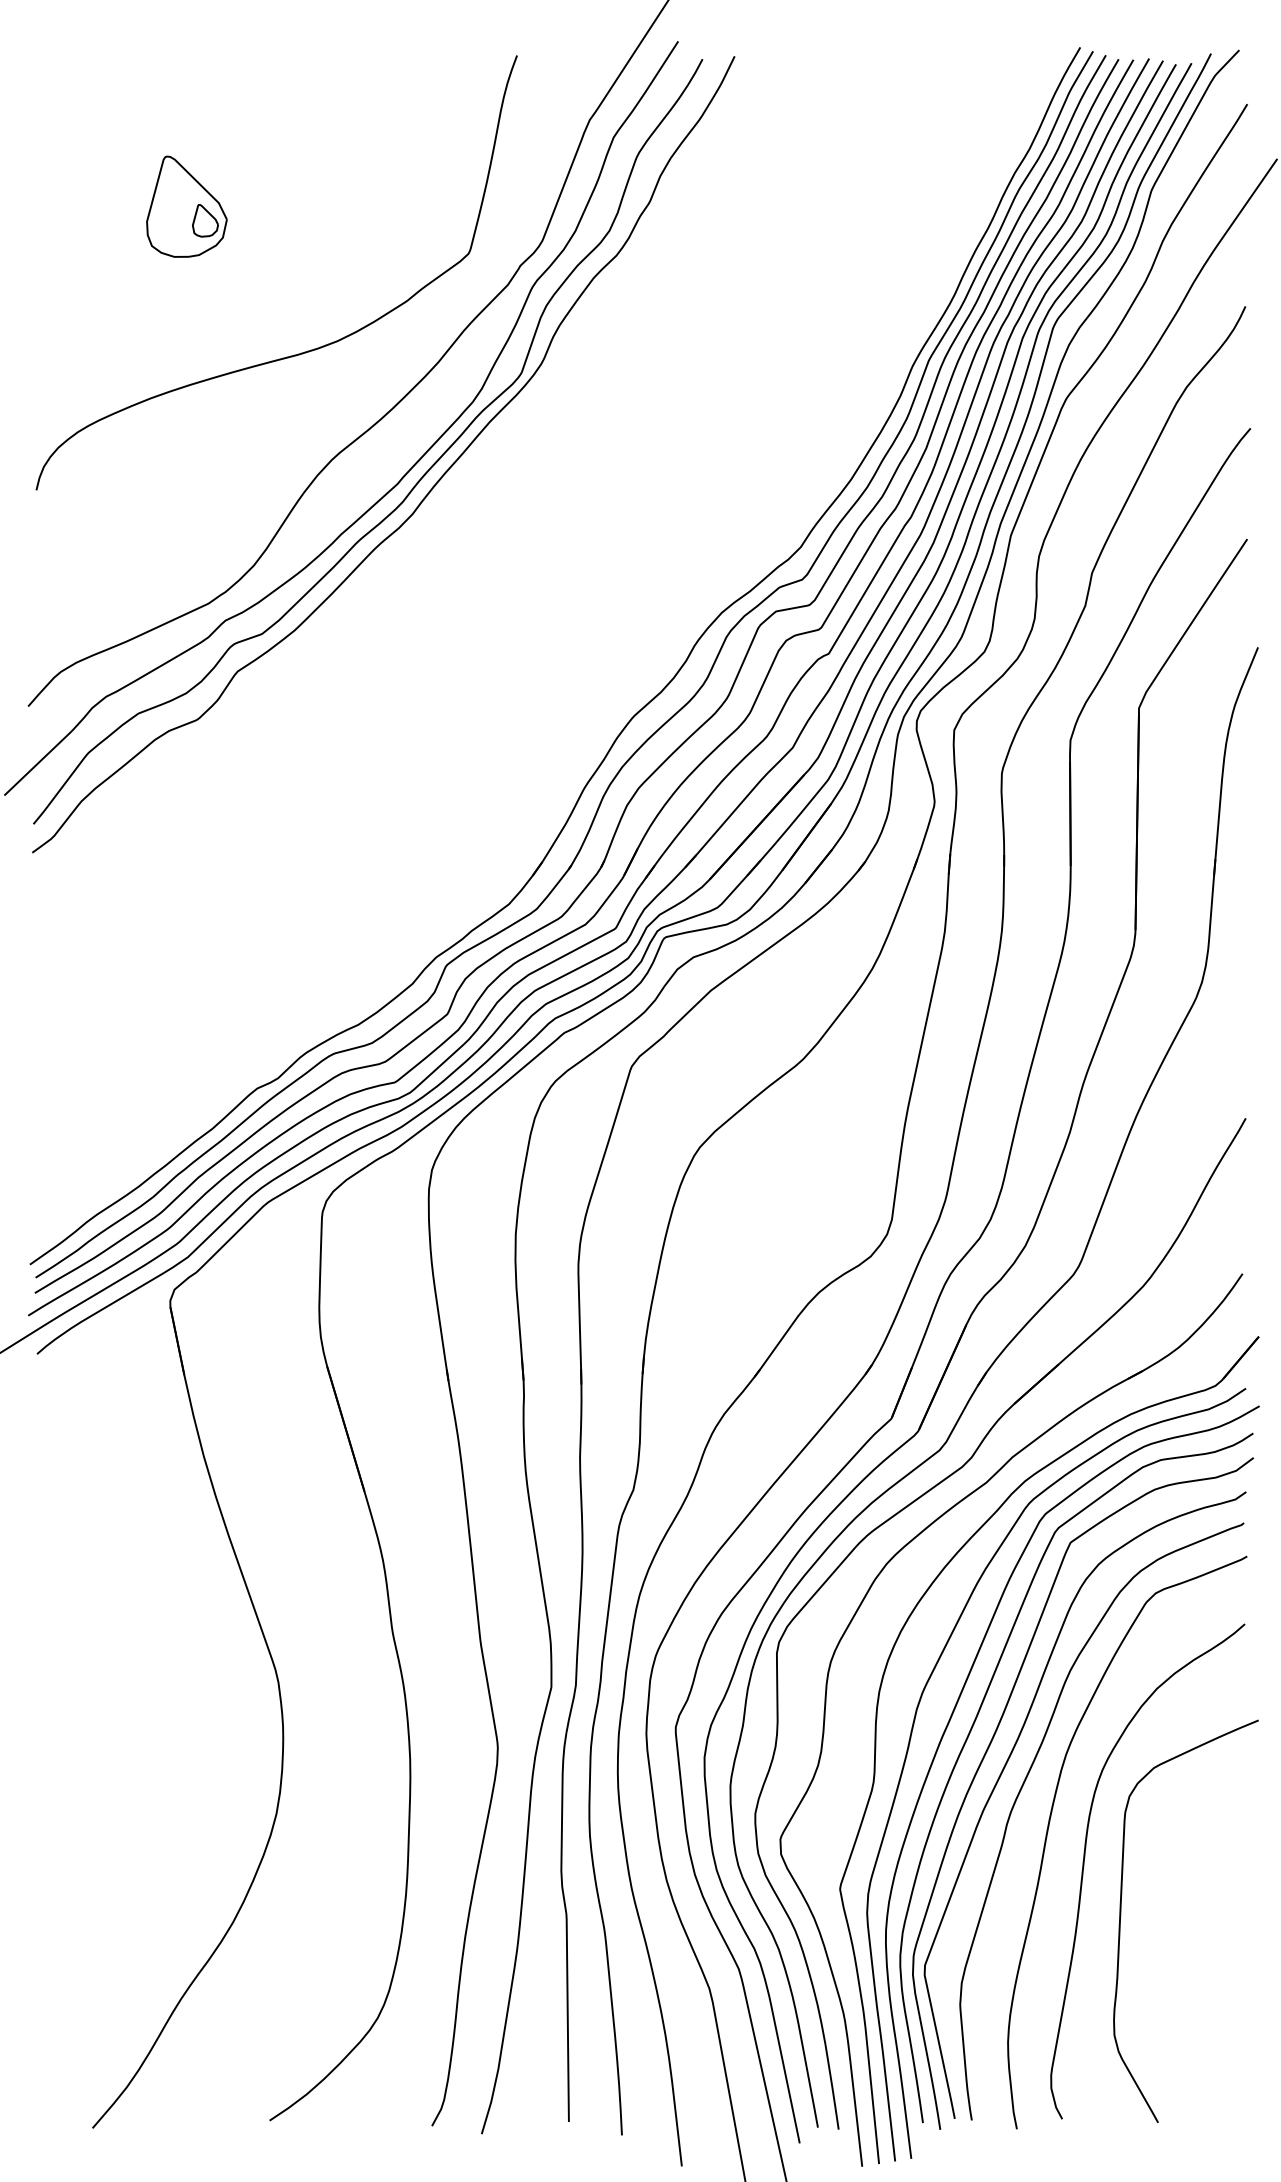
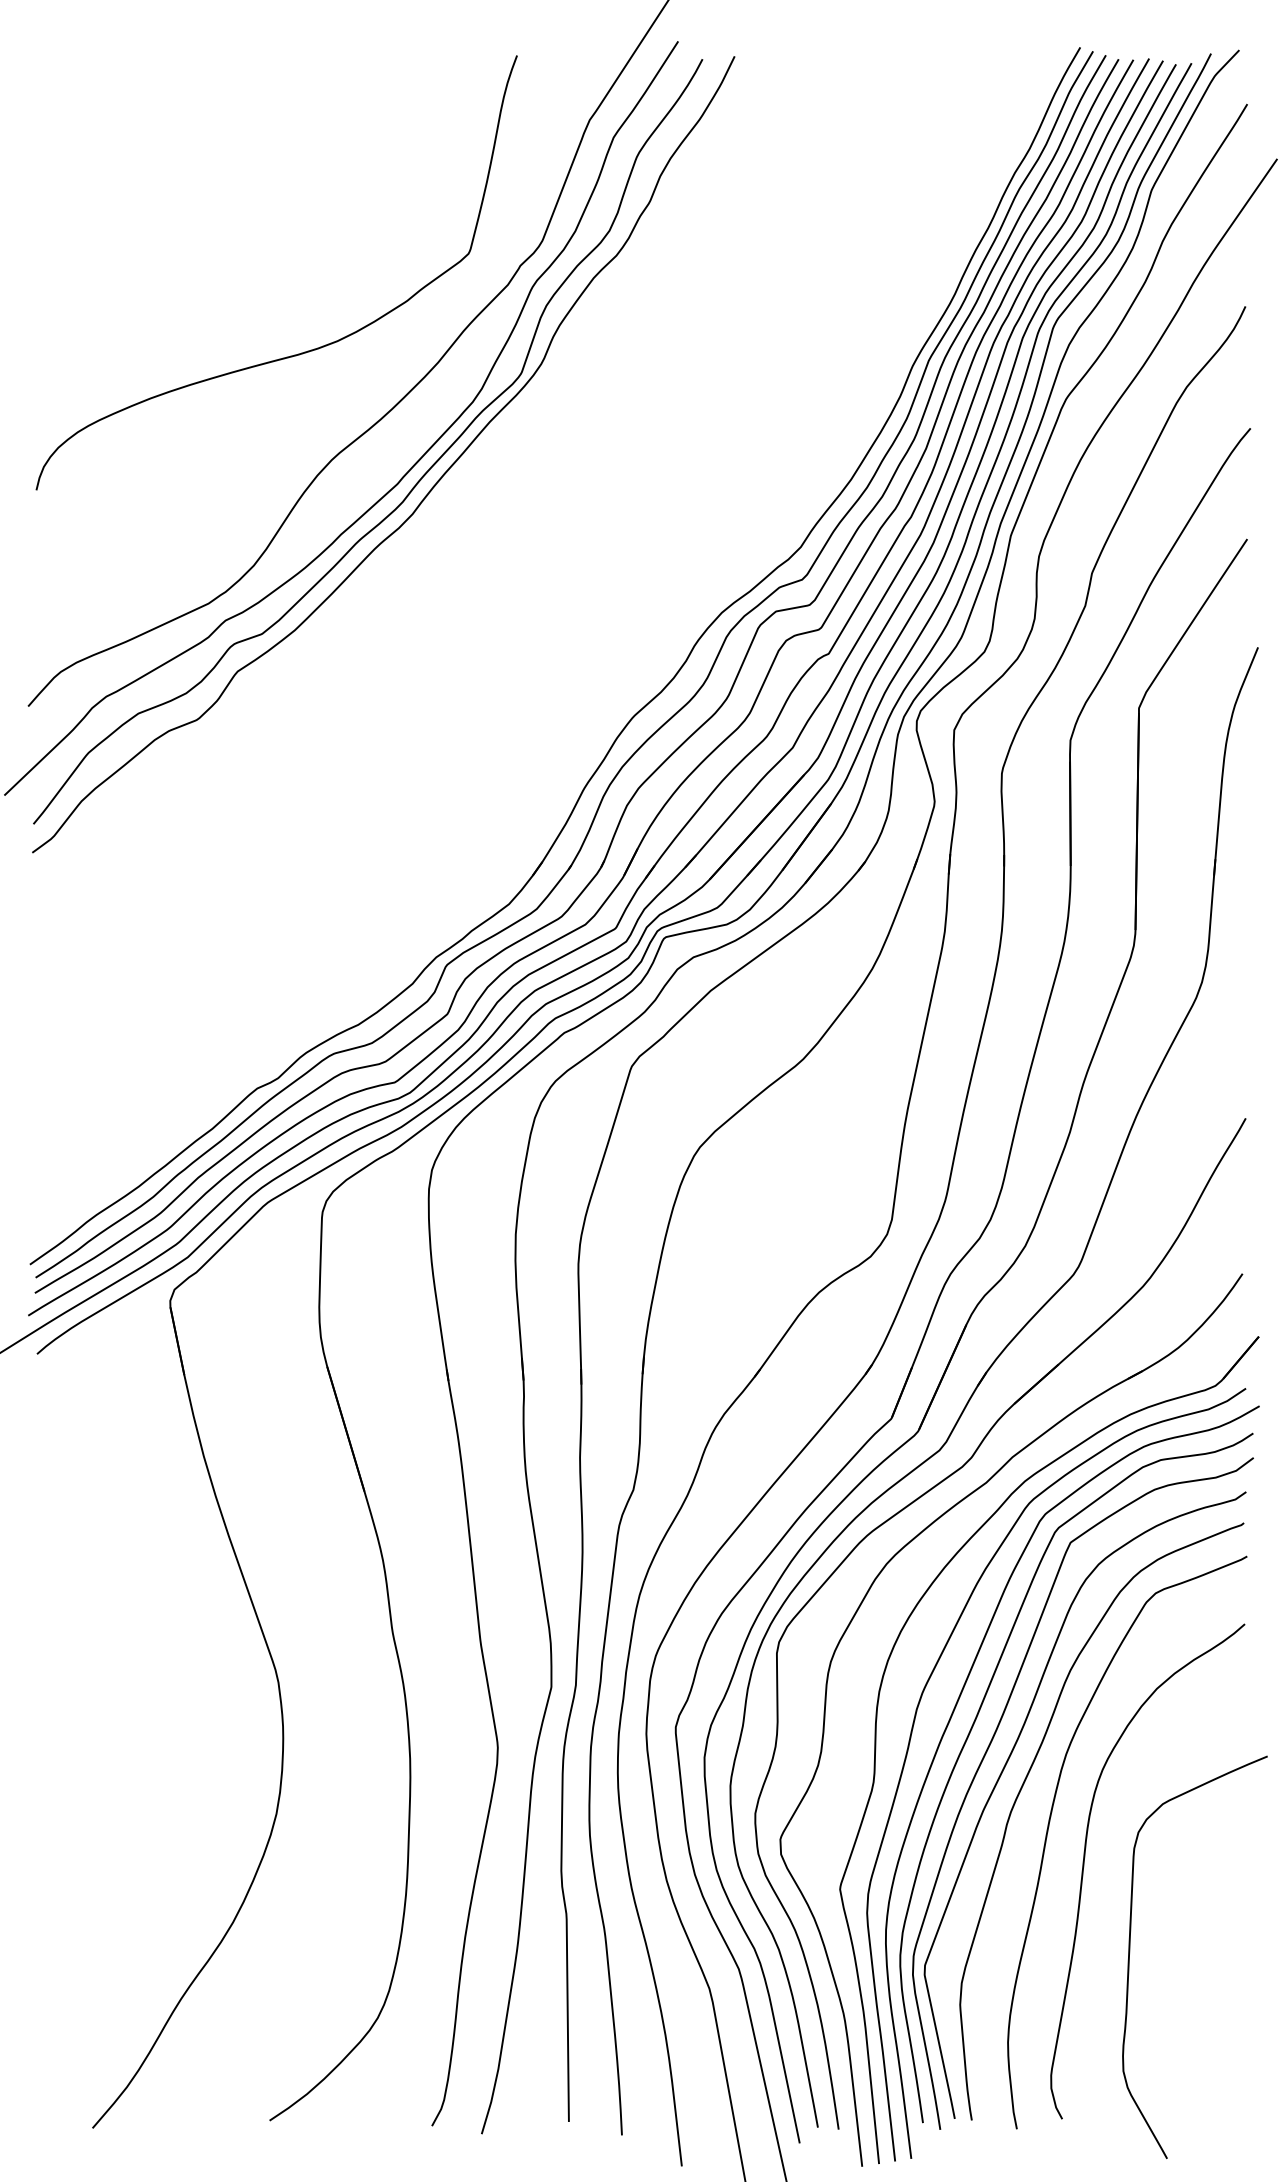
part at (186, 206): present -> none
curve at (1121, 1916) position: (1121, 1916) -> (1130, 1952)
